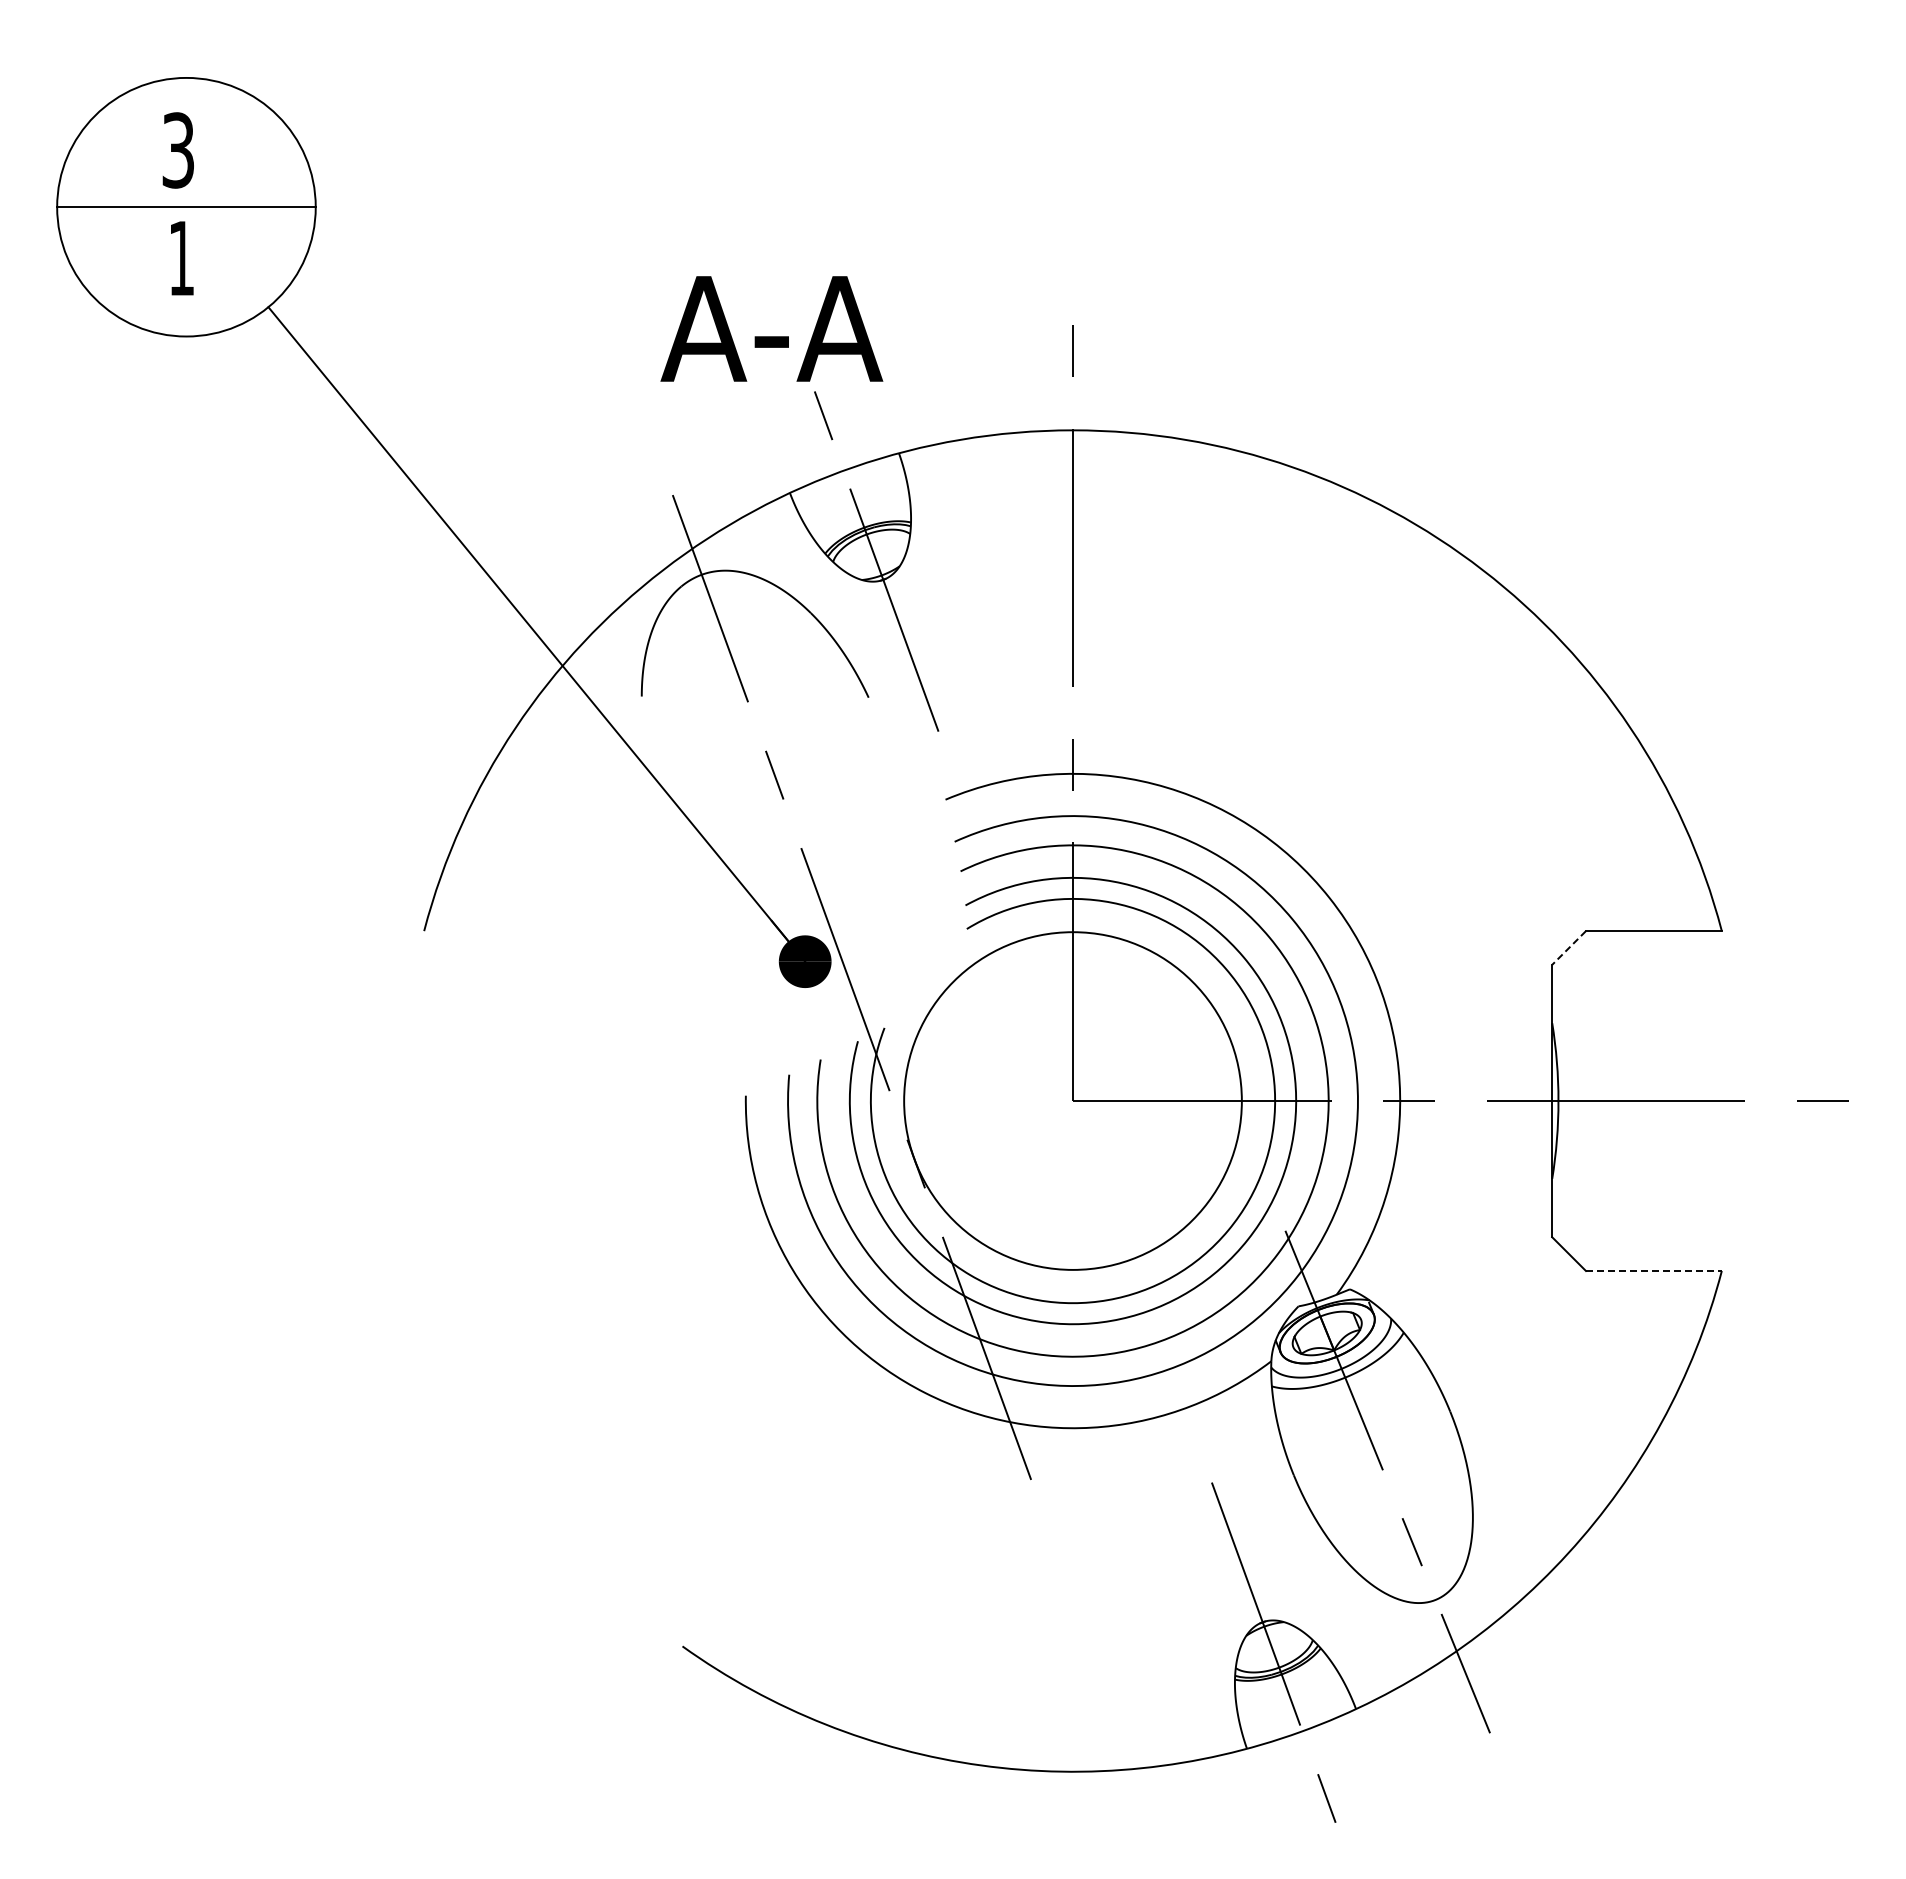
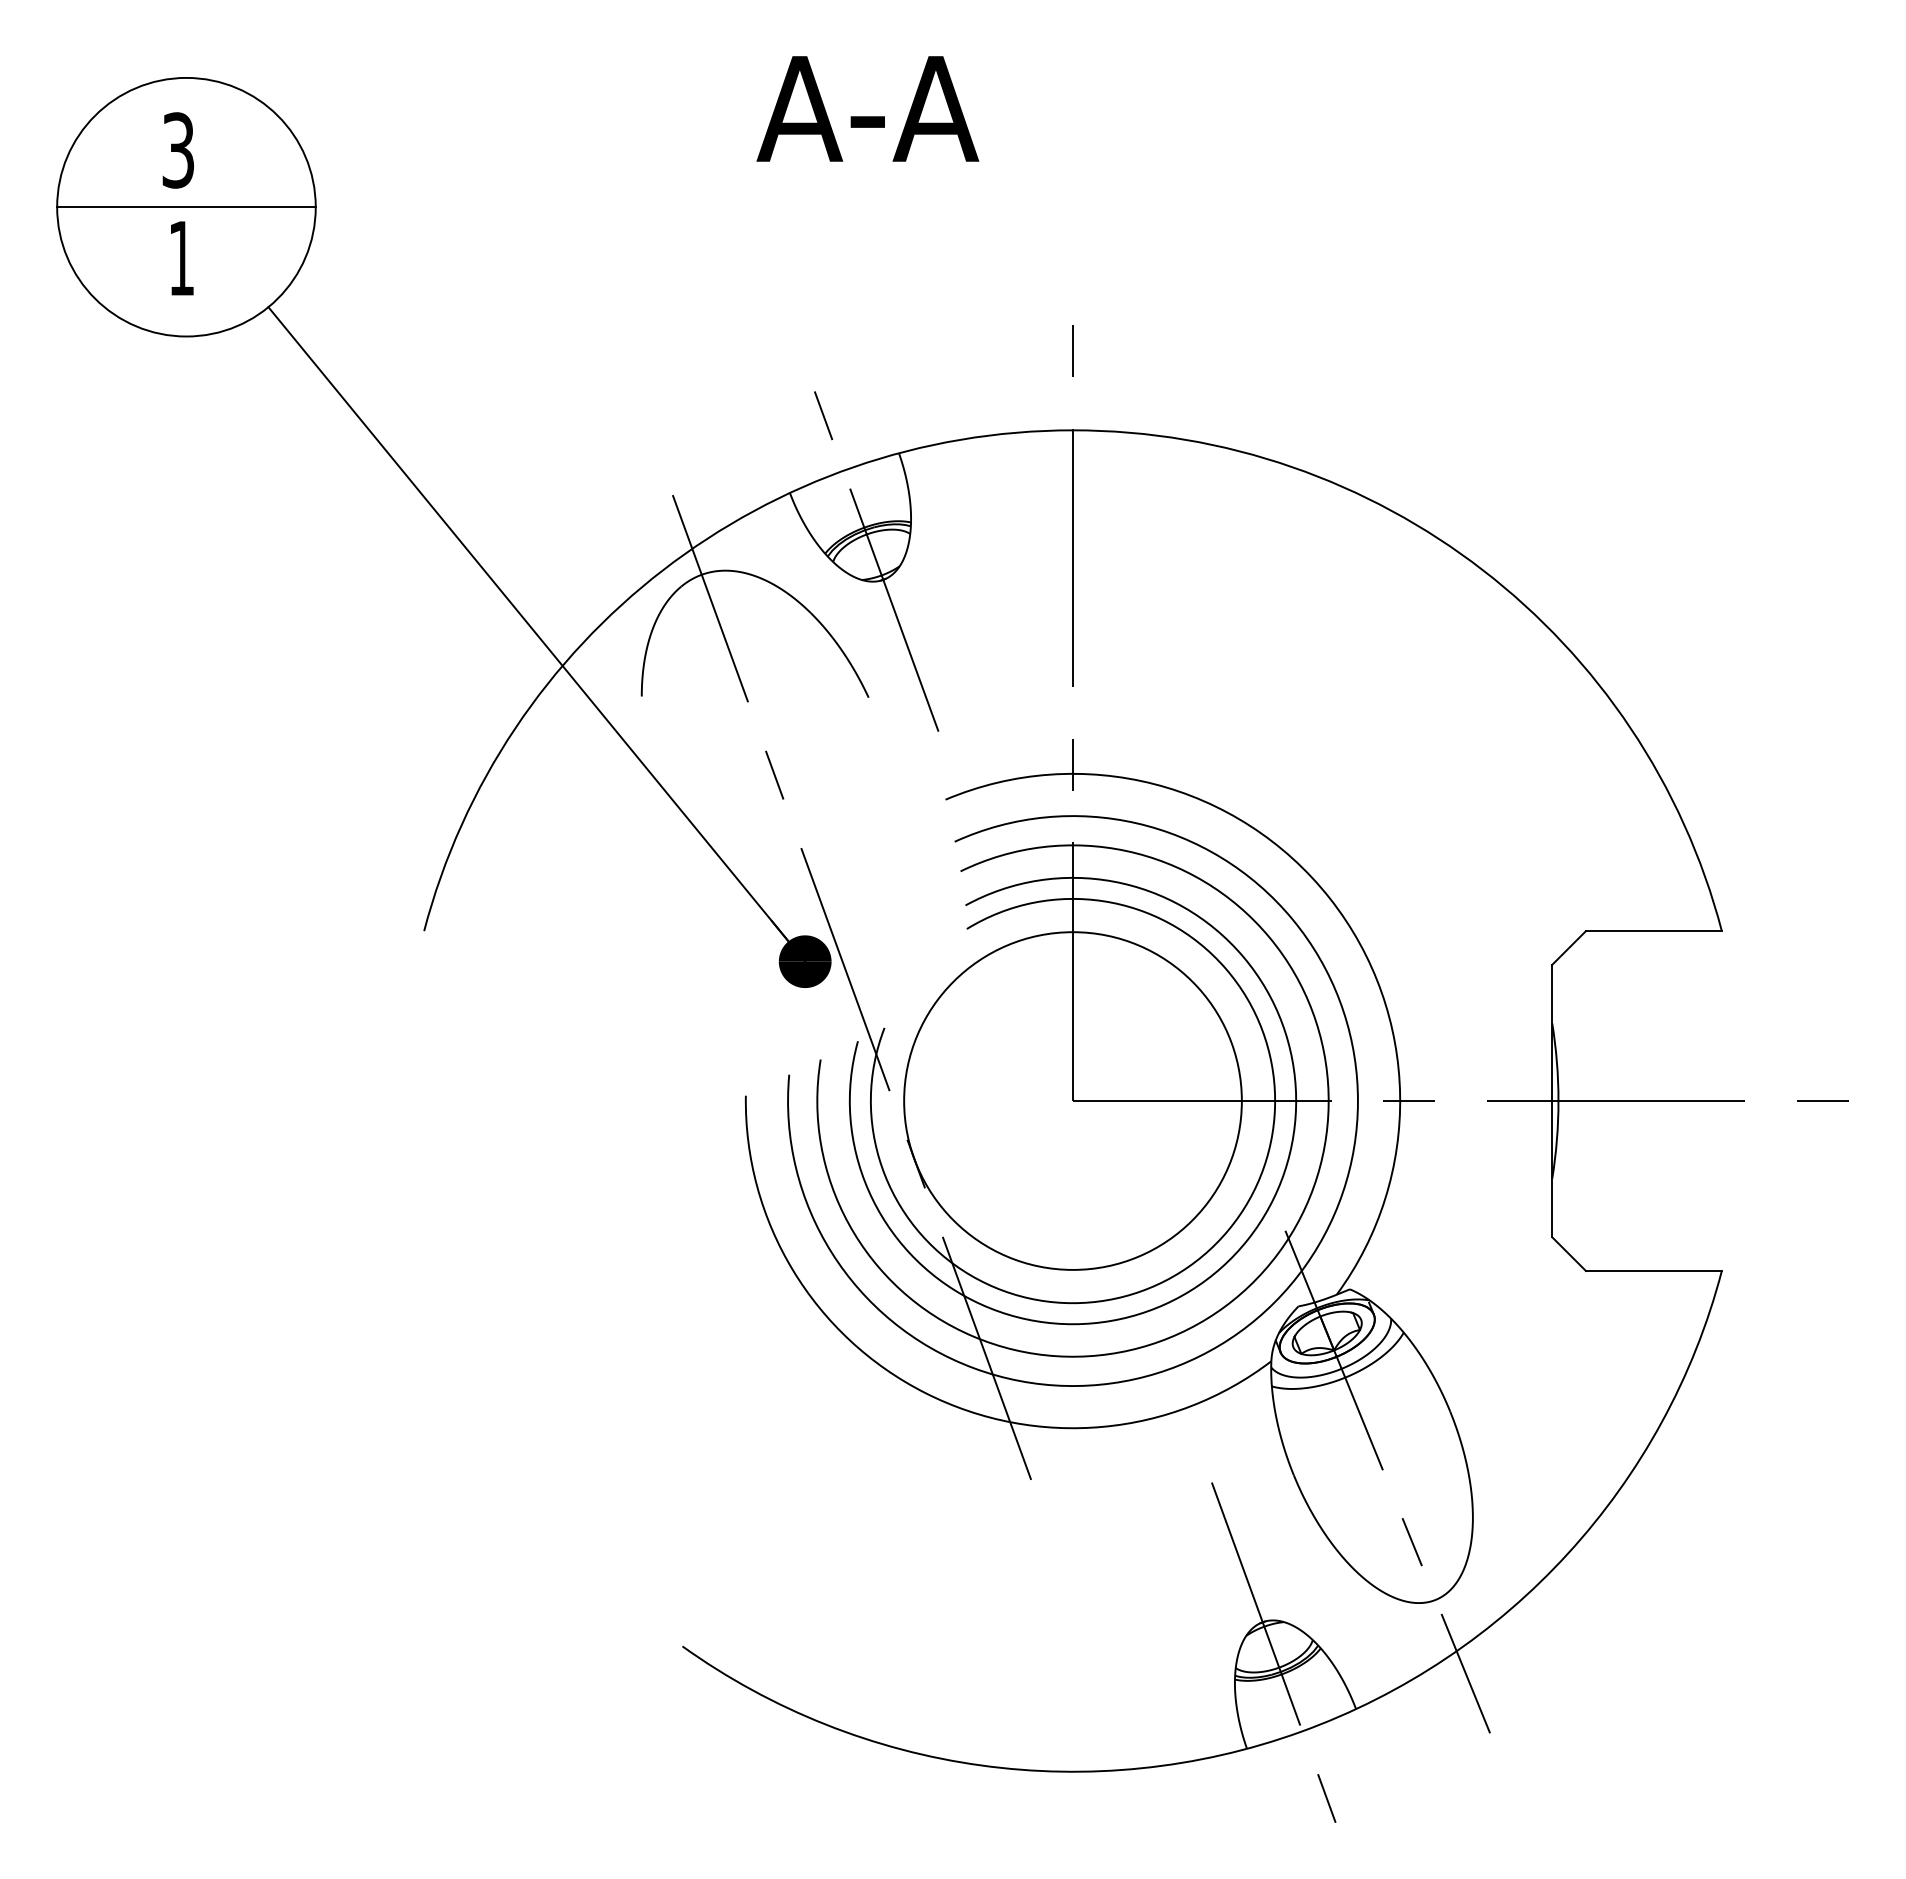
text at (771, 328) position: (771, 328) -> (867, 108)
line at (1569, 948): dashed -> solid
line at (1653, 1270): dashed -> solid
